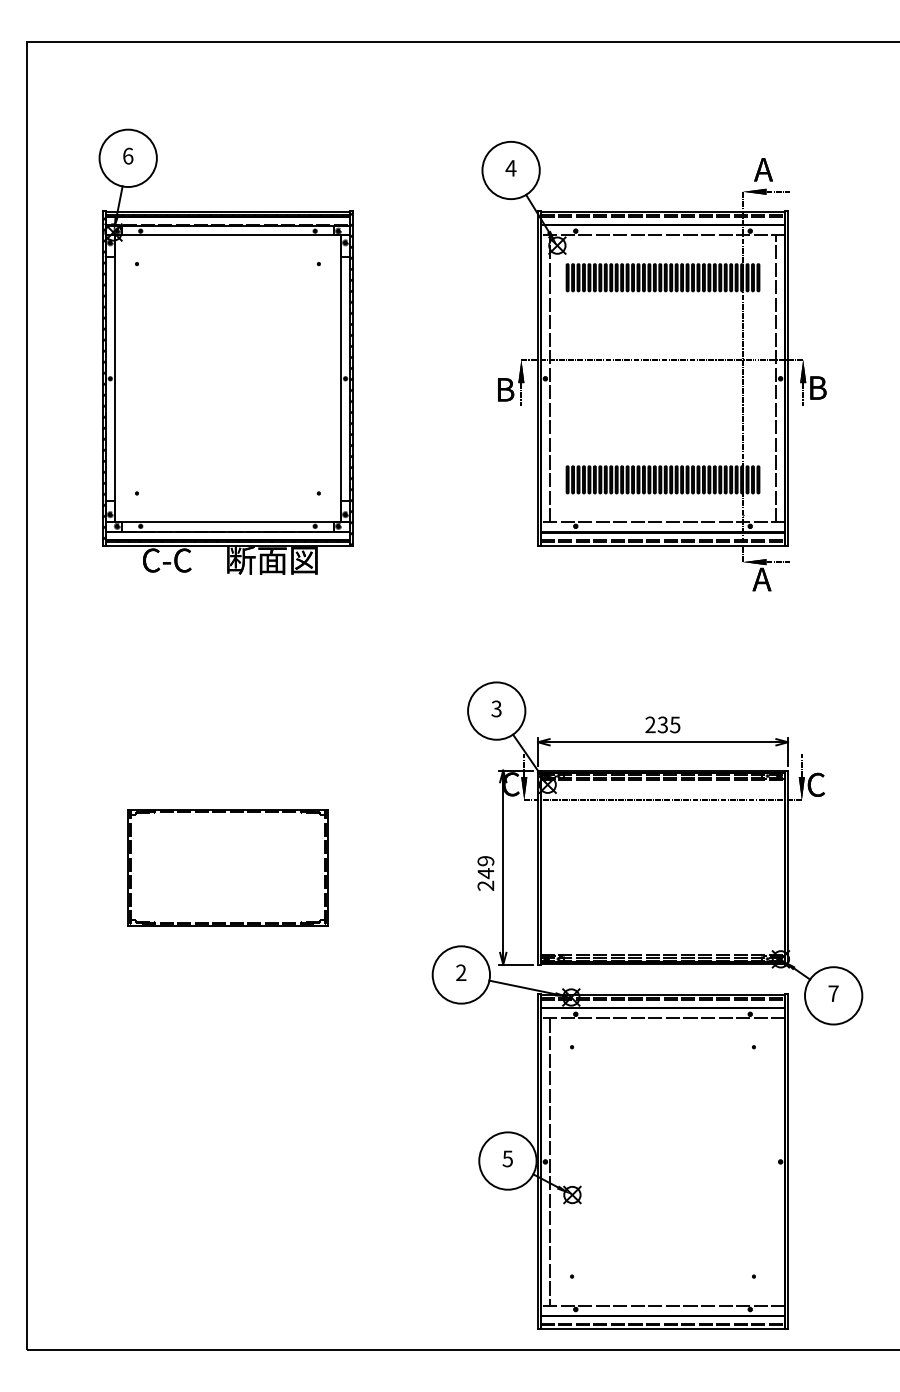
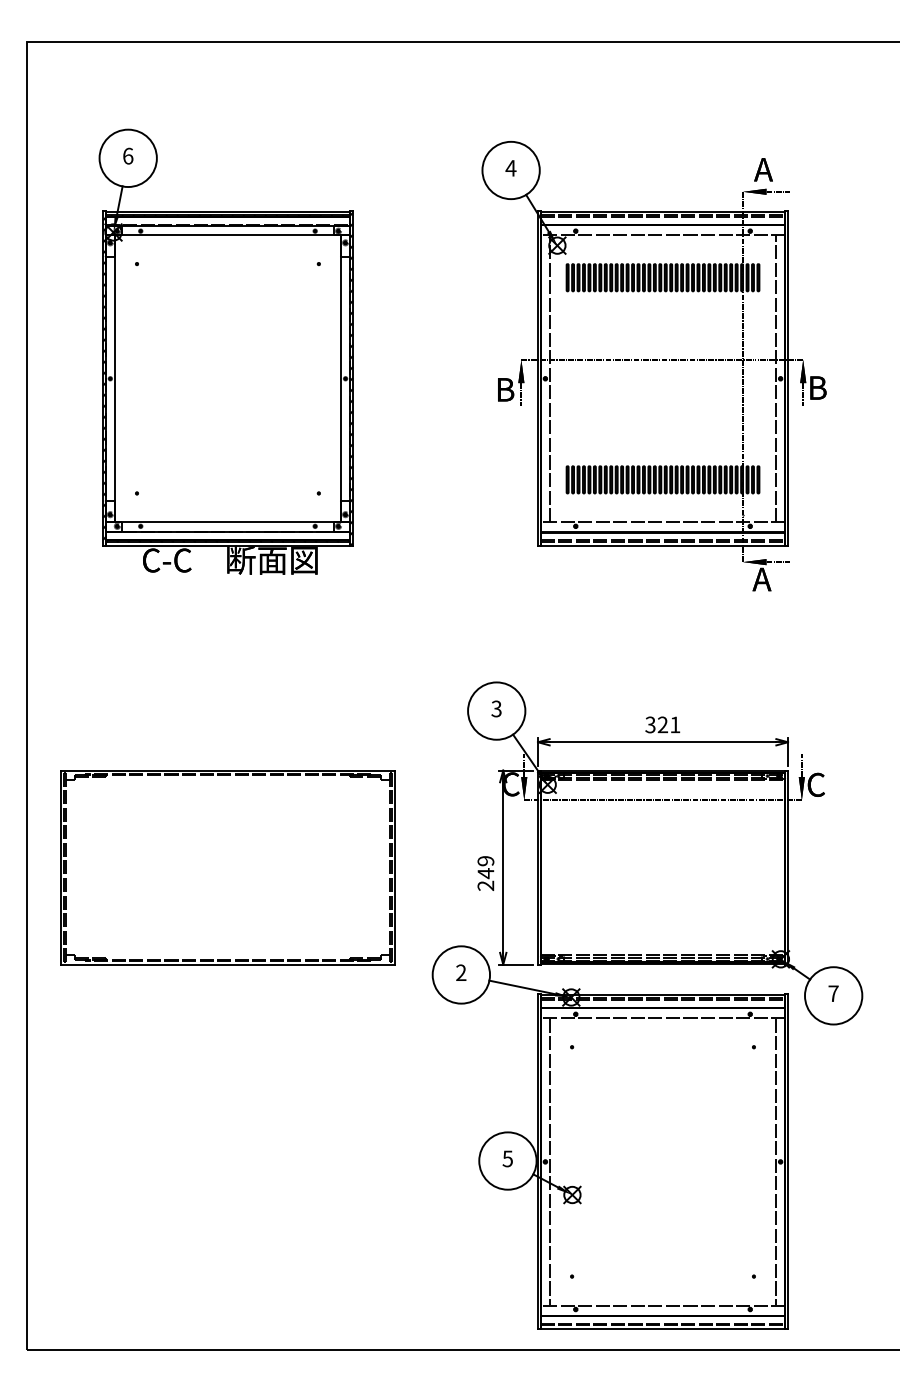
text at (662, 724): 235 -> 321
part at (227, 867) size: 202x118 px -> 336x196 px
line at (776, 1161): none -> present
